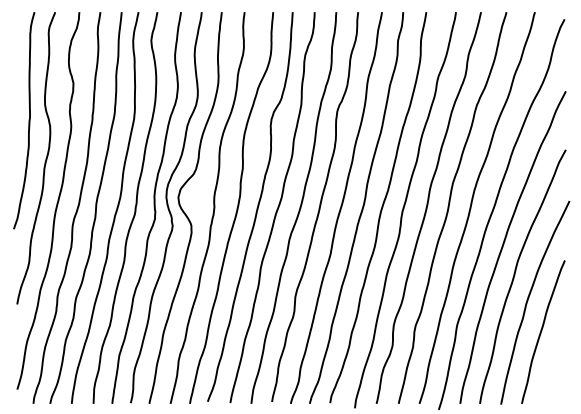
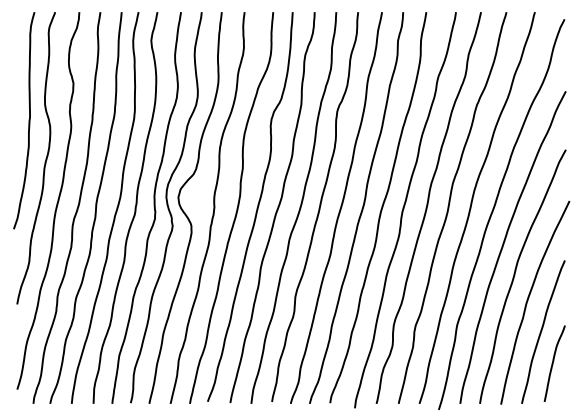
curve at (553, 363): none -> present
